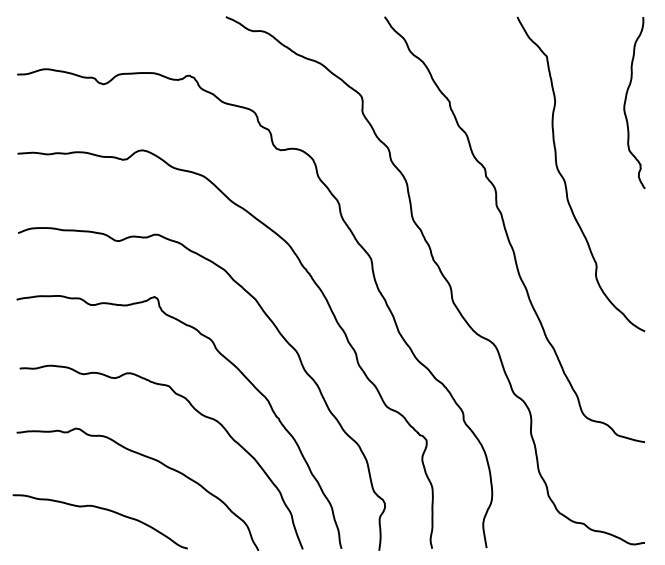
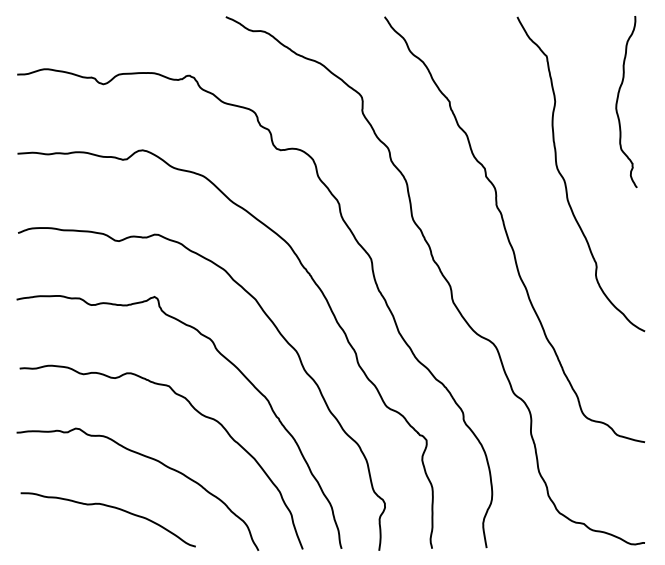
curve at (626, 101) position: (626, 101) -> (618, 100)
curve at (101, 509) position: (101, 509) -> (109, 507)
